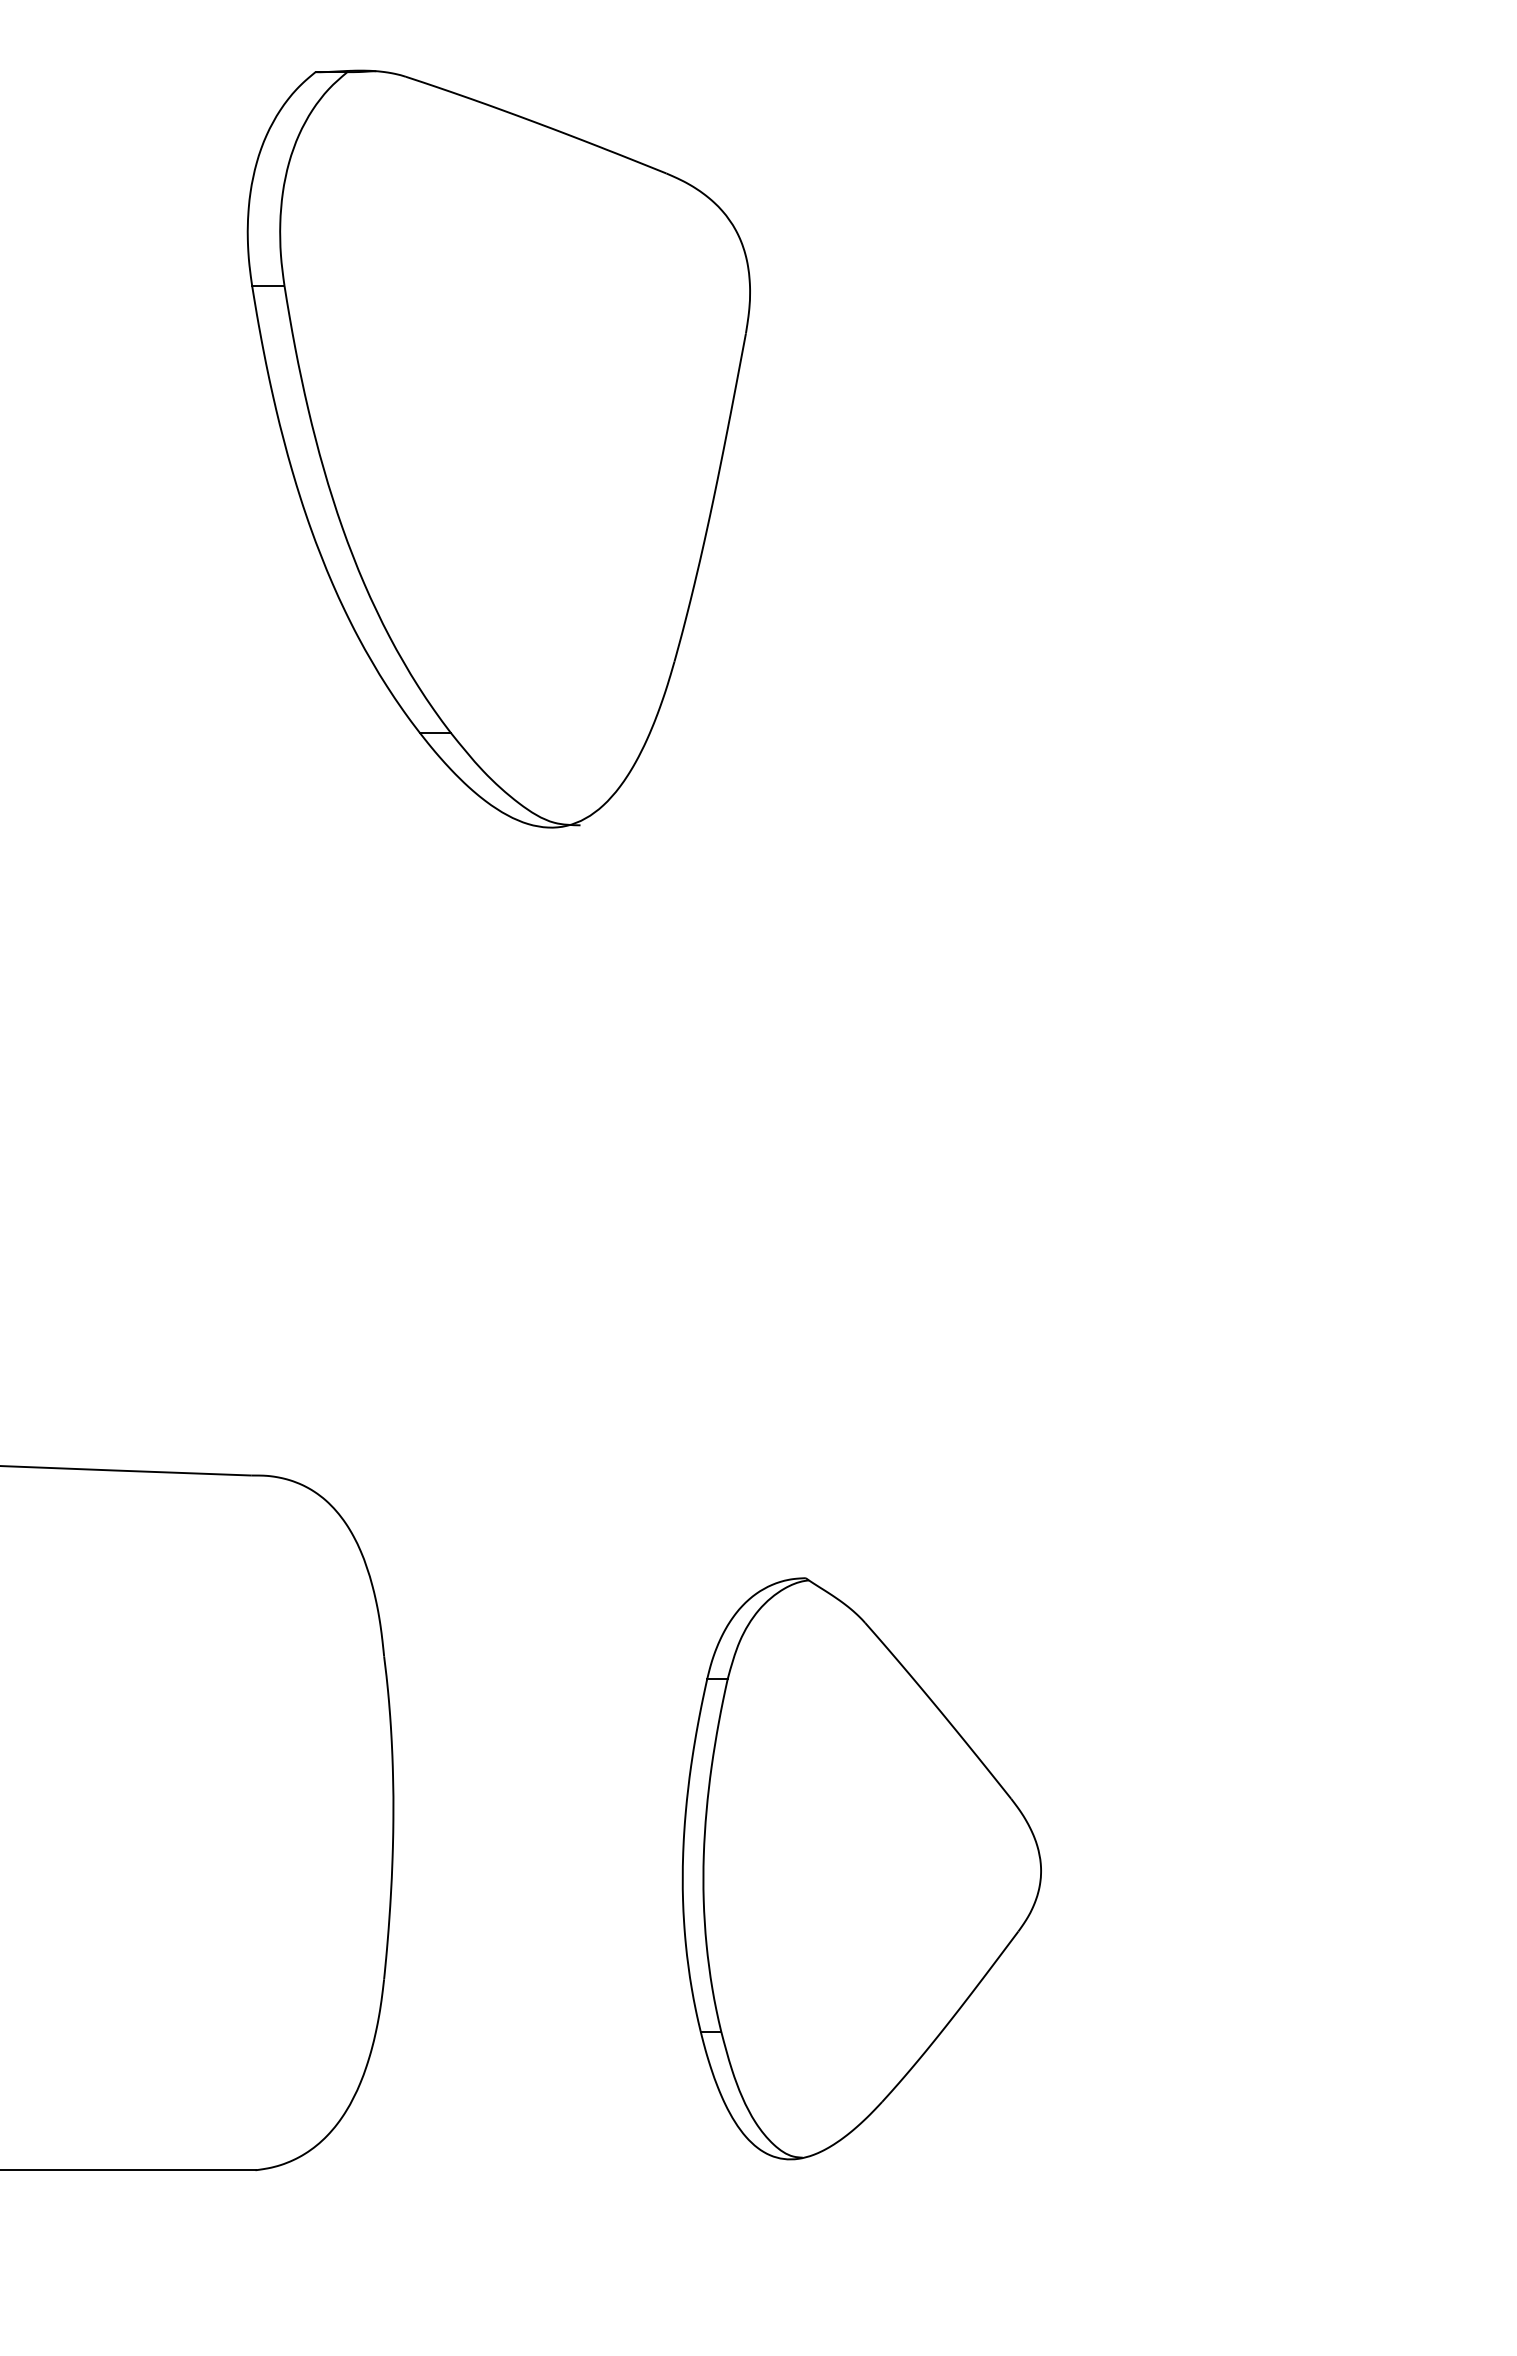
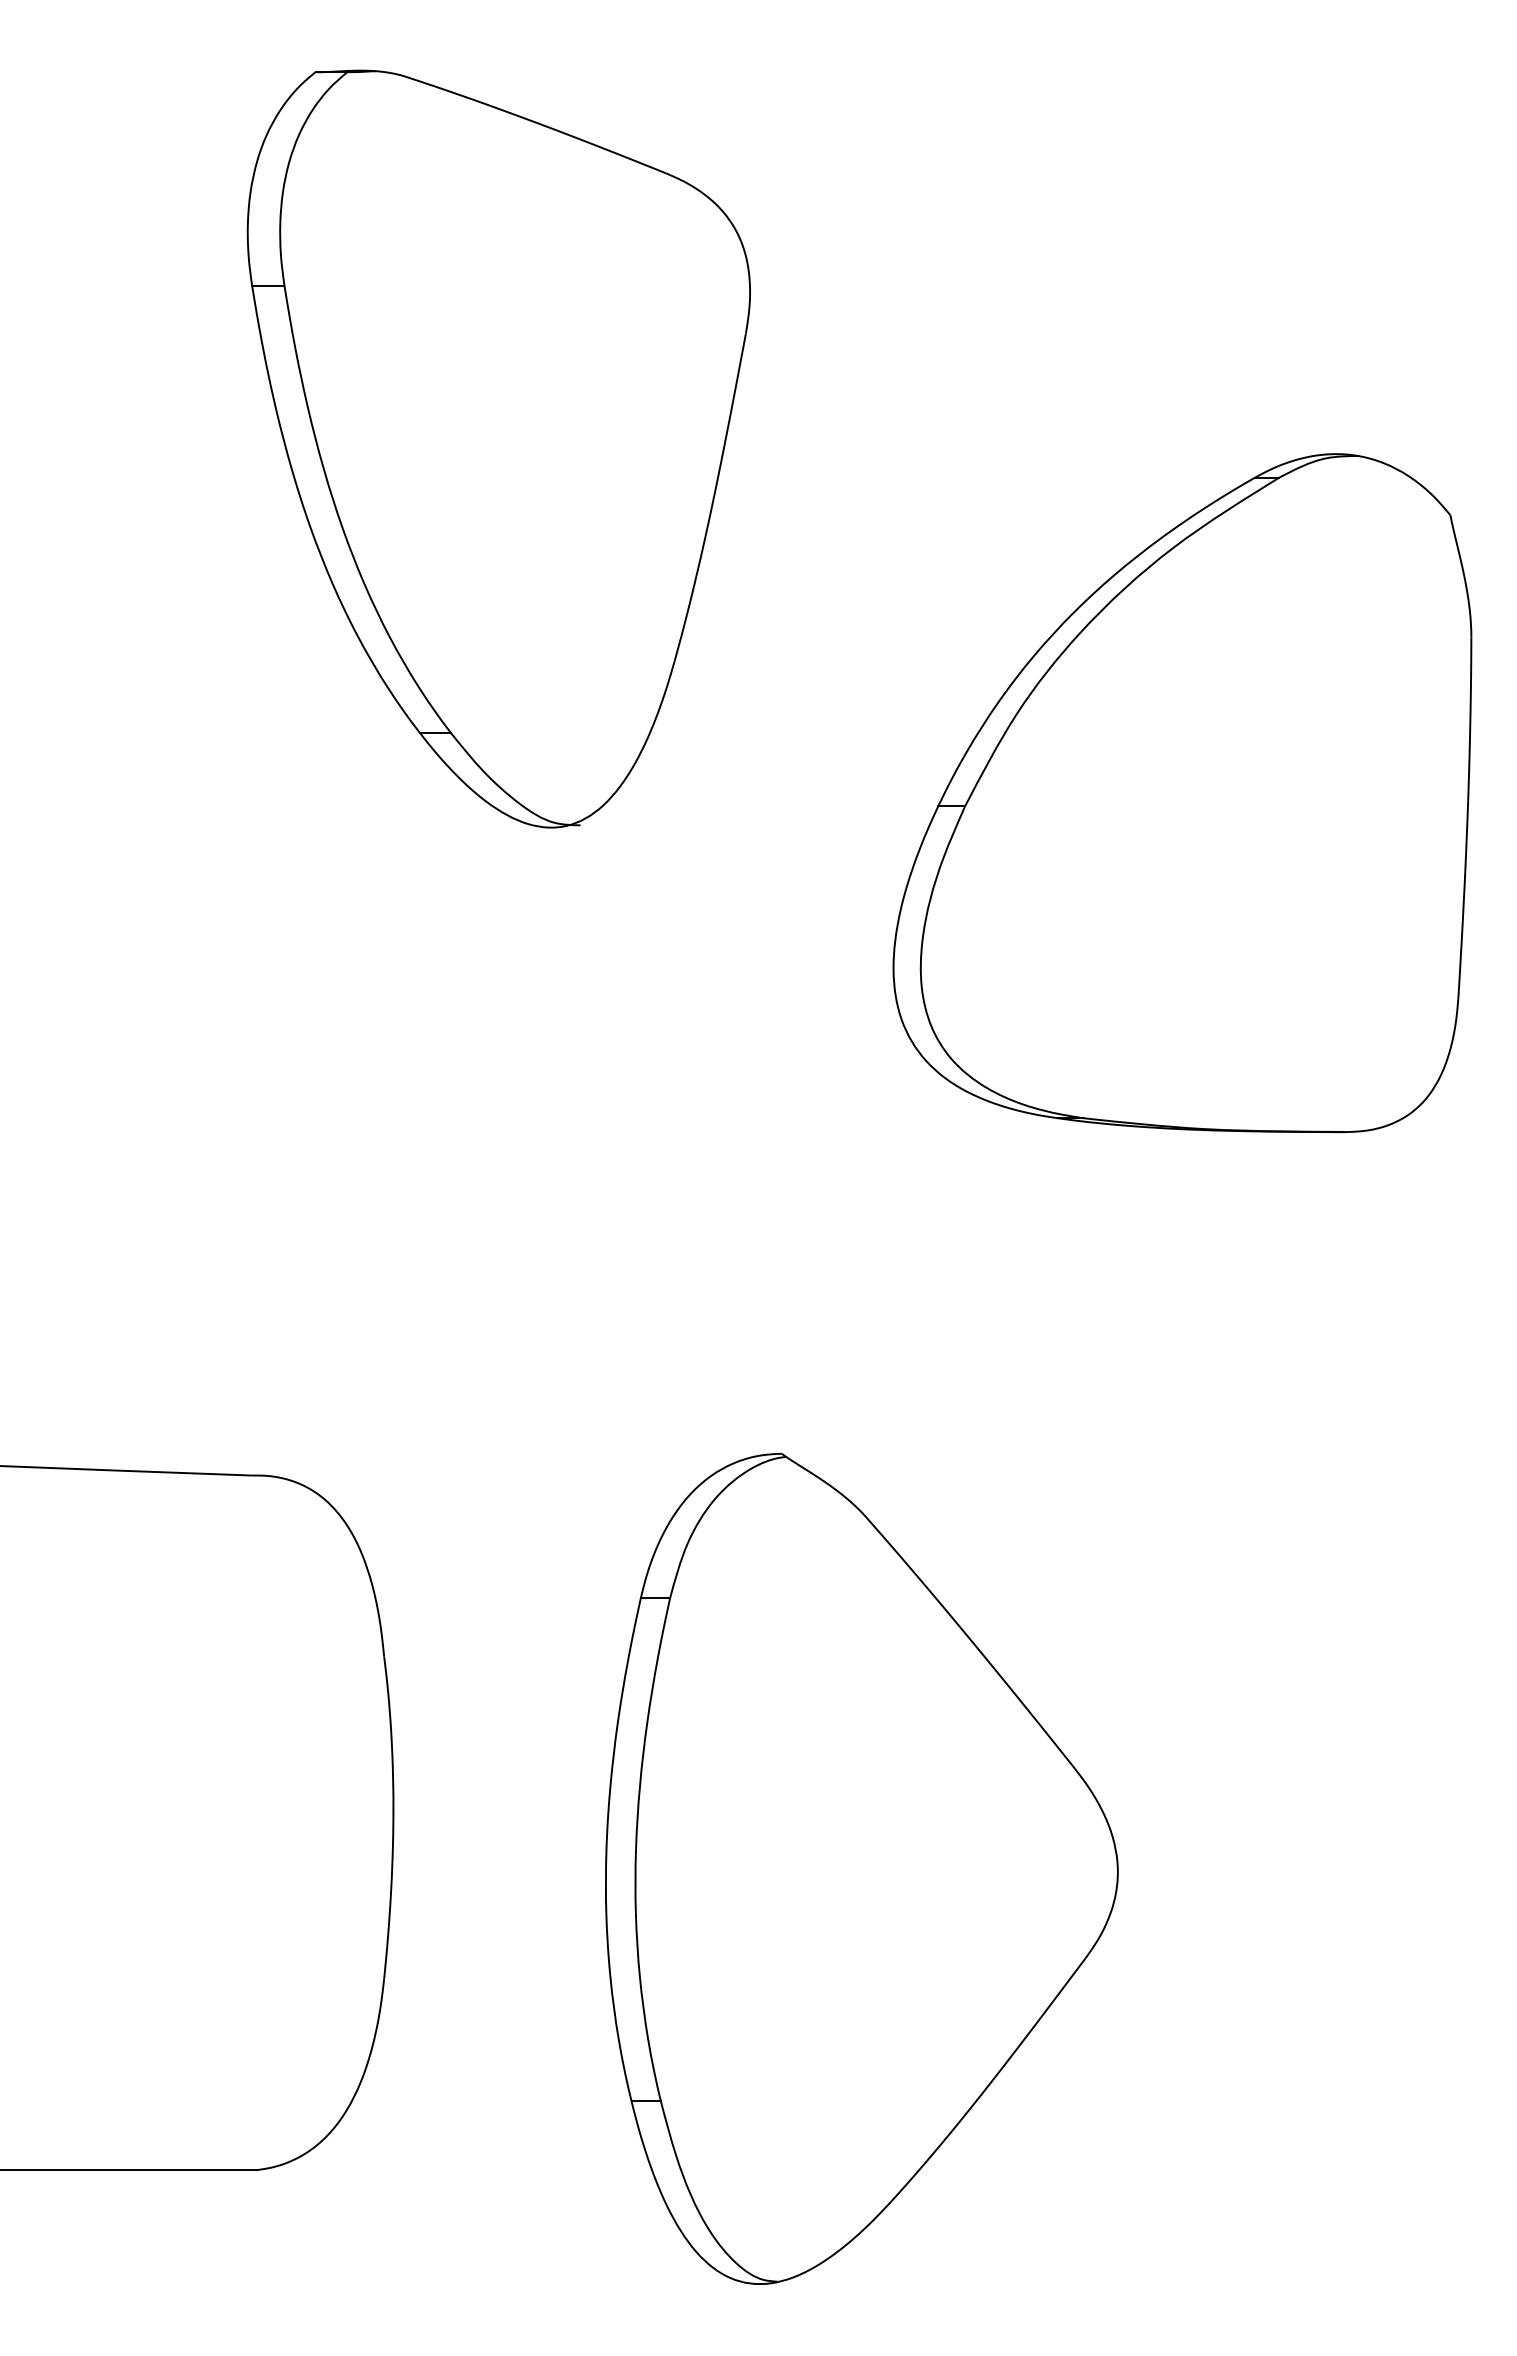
part at (1182, 793): none -> present
part at (861, 1868) size: 361x584 px -> 514x833 px
